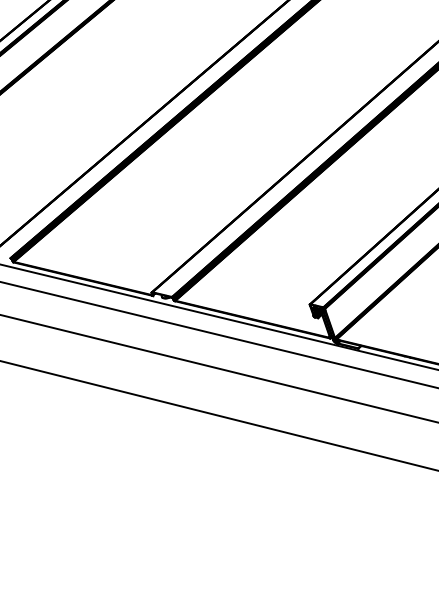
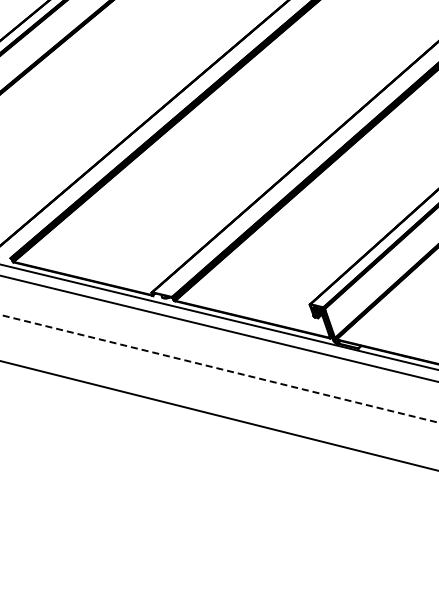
line at (218, 334) position: (218, 334) -> (218, 328)
line at (220, 368): solid -> dashed
